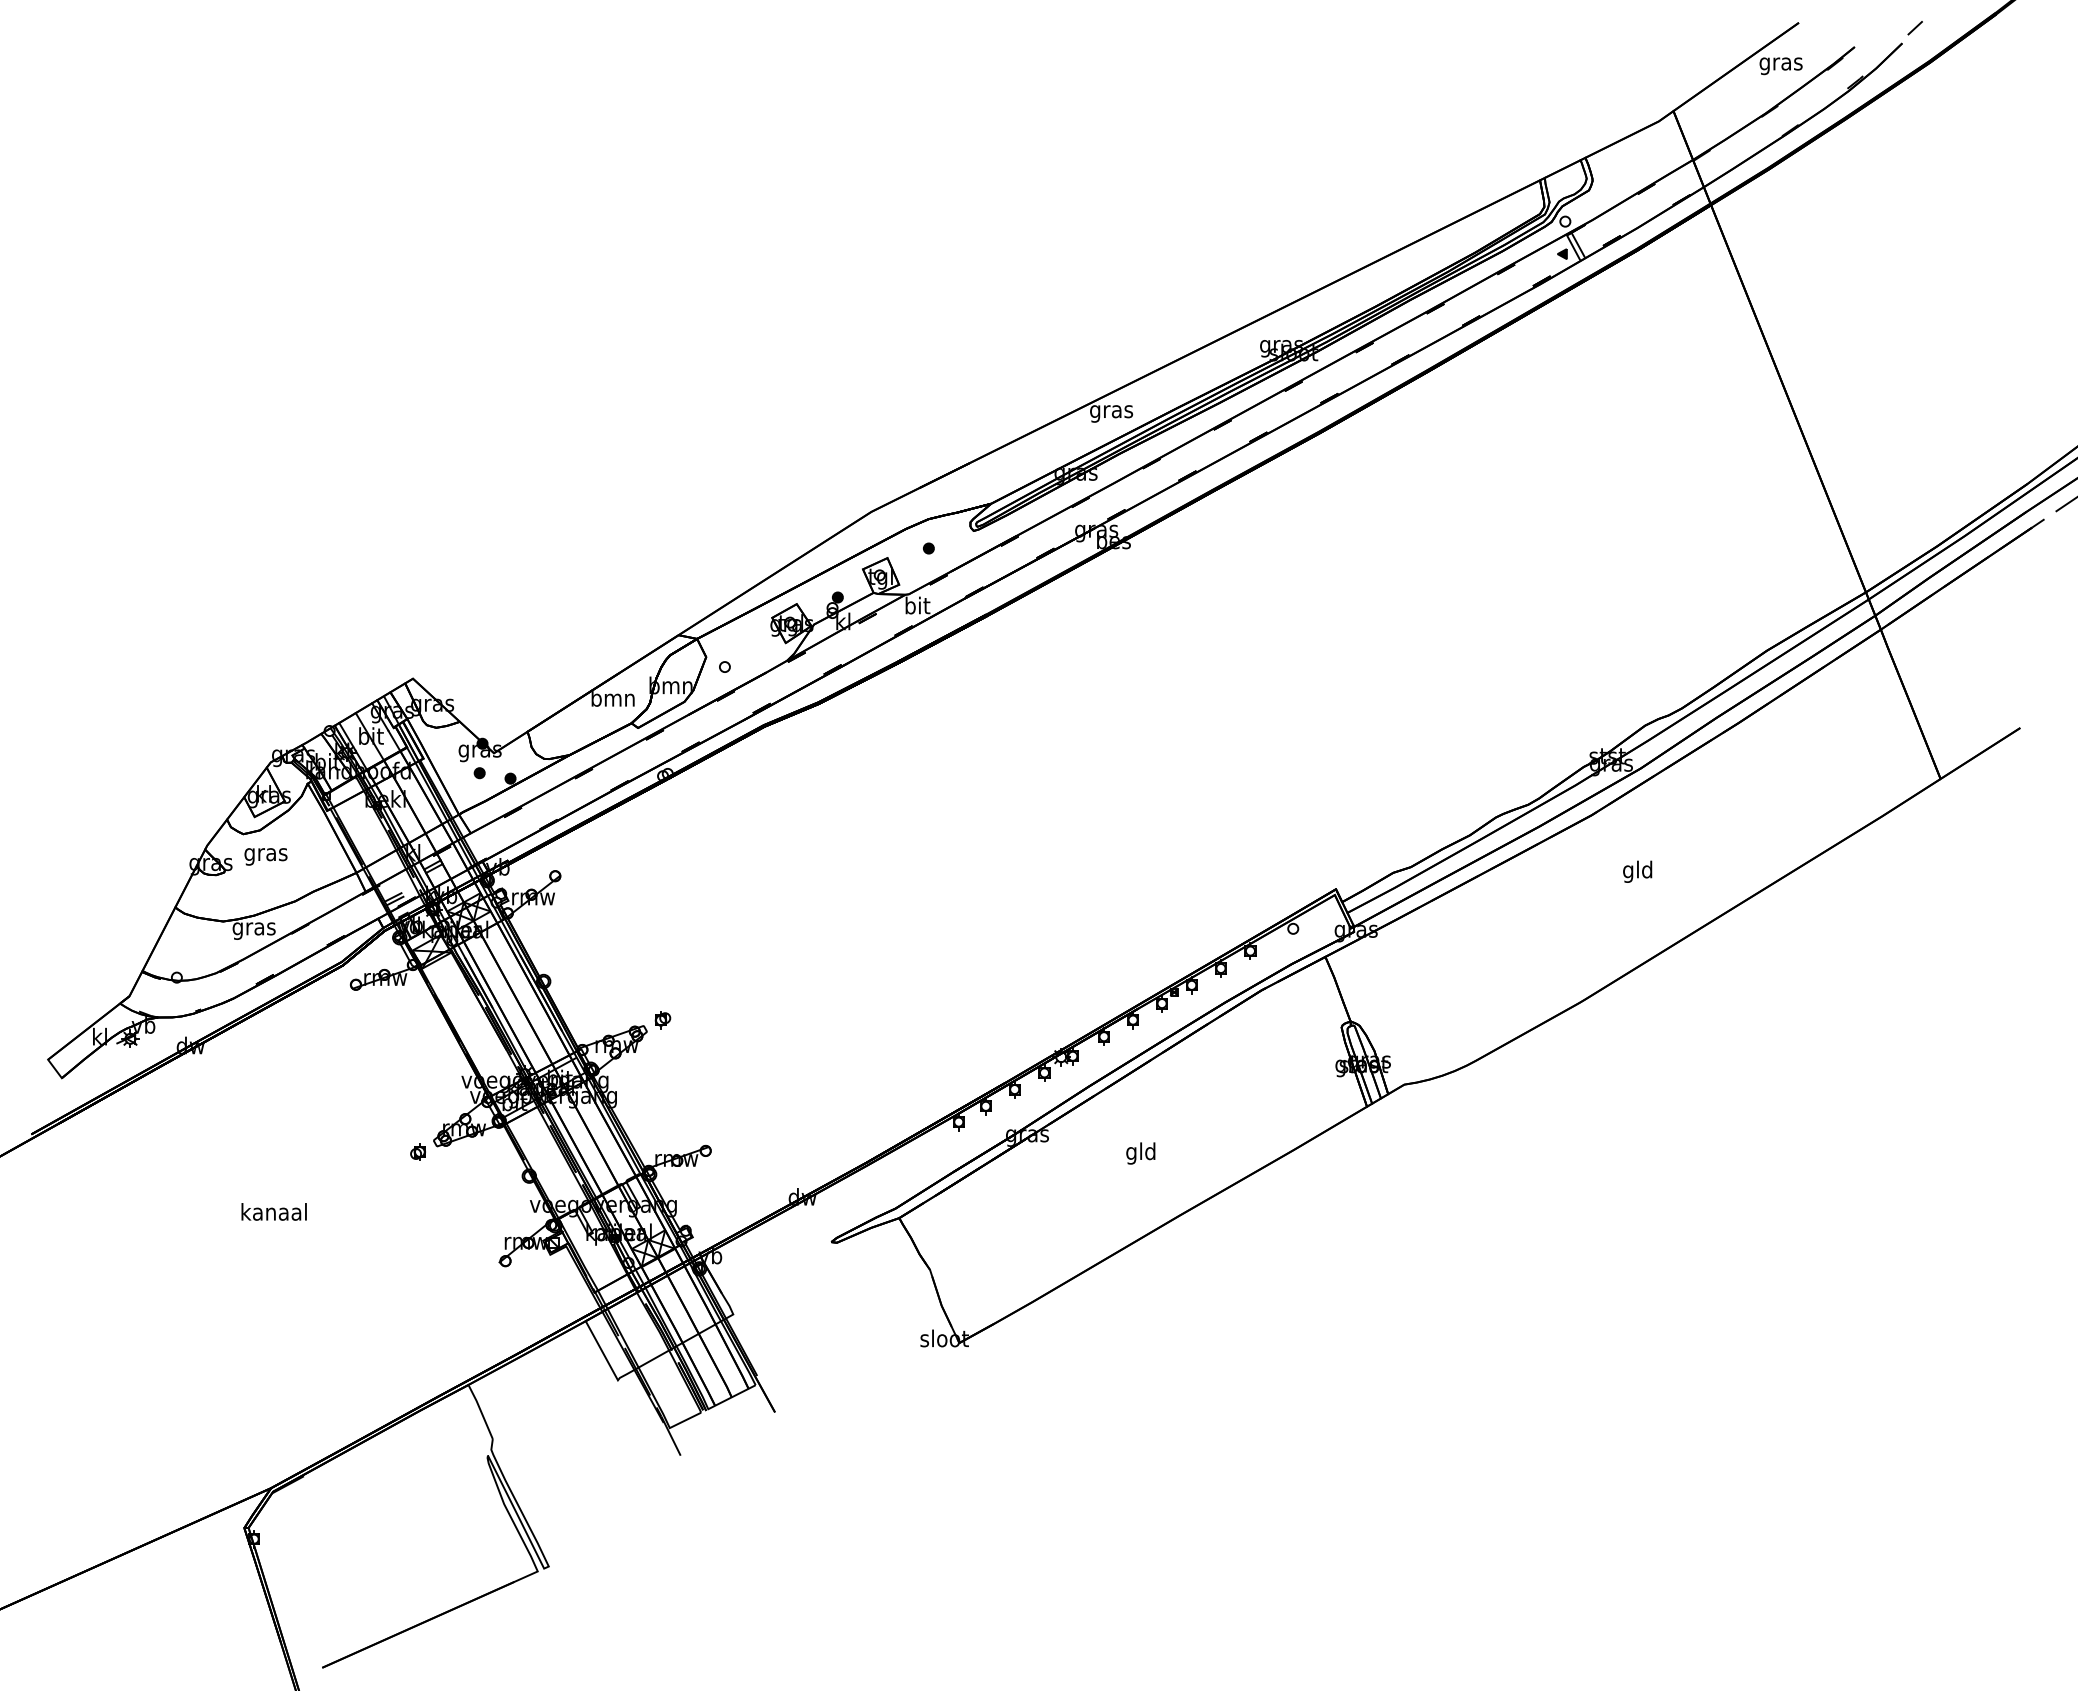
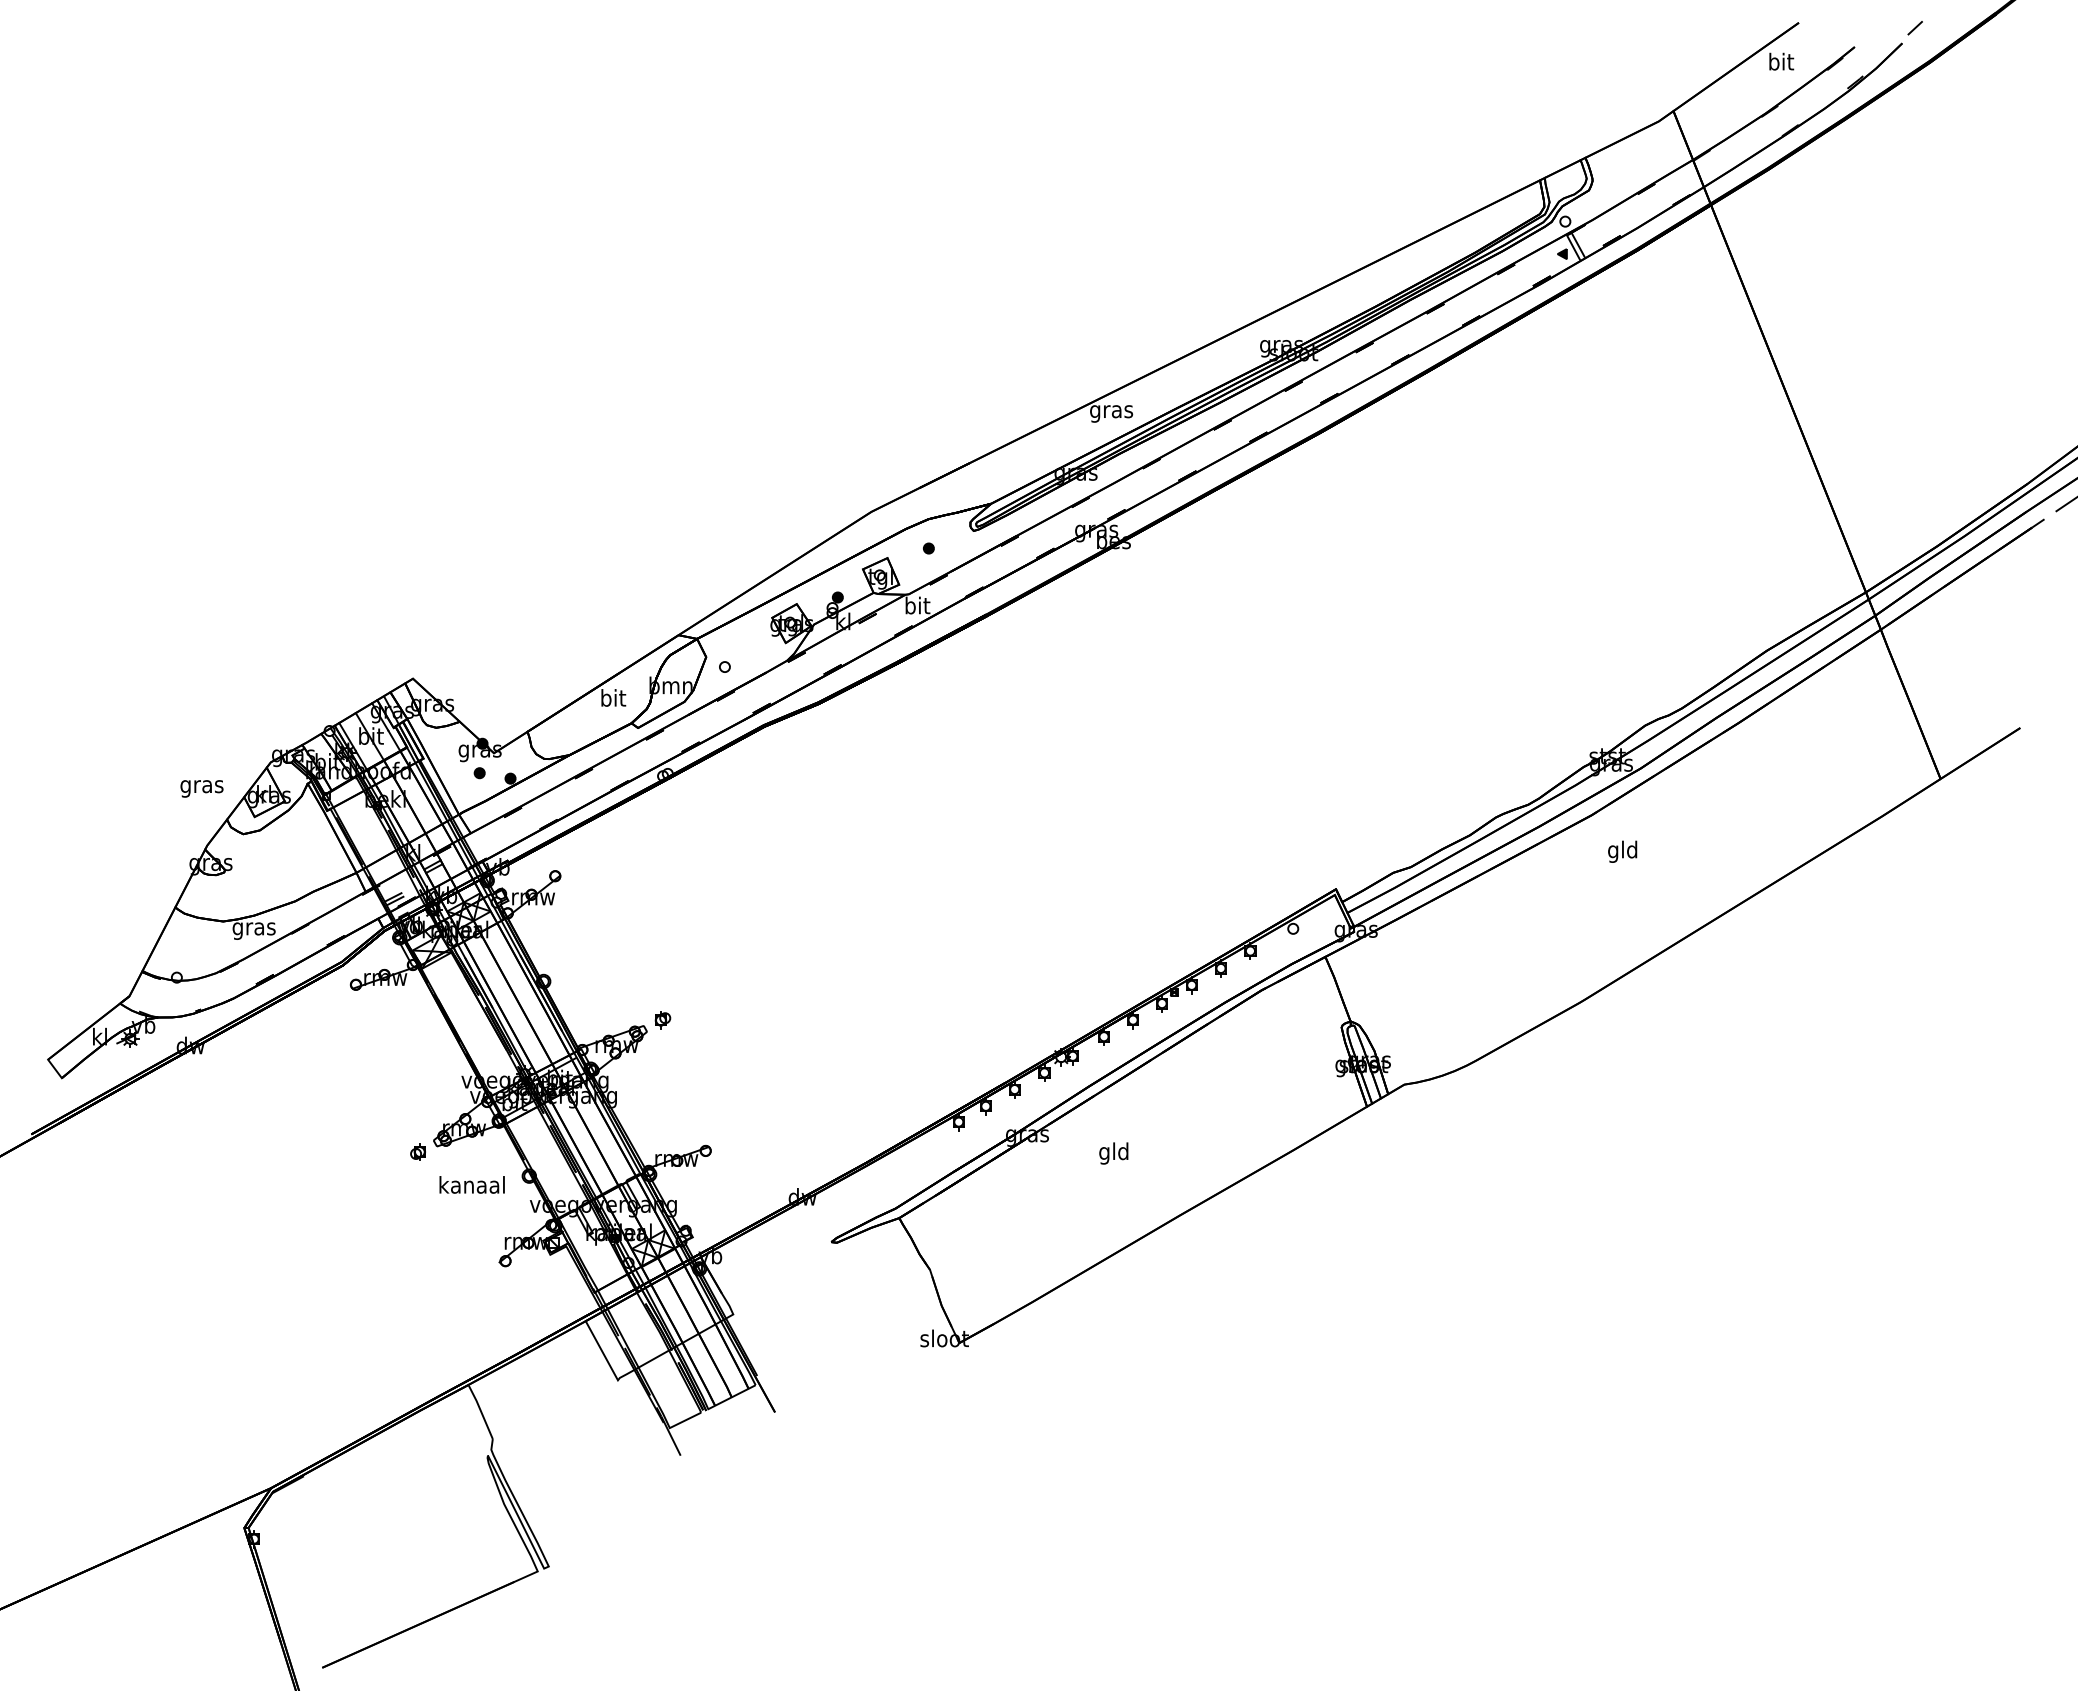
text at (1780, 63): gras -> bit
text at (612, 697): bmn -> bit
text at (265, 856) position: (265, 856) -> (201, 788)
text at (1637, 871) position: (1637, 871) -> (1622, 851)
text at (1140, 1153) position: (1140, 1153) -> (1113, 1153)
text at (273, 1211) position: (273, 1211) -> (471, 1184)
